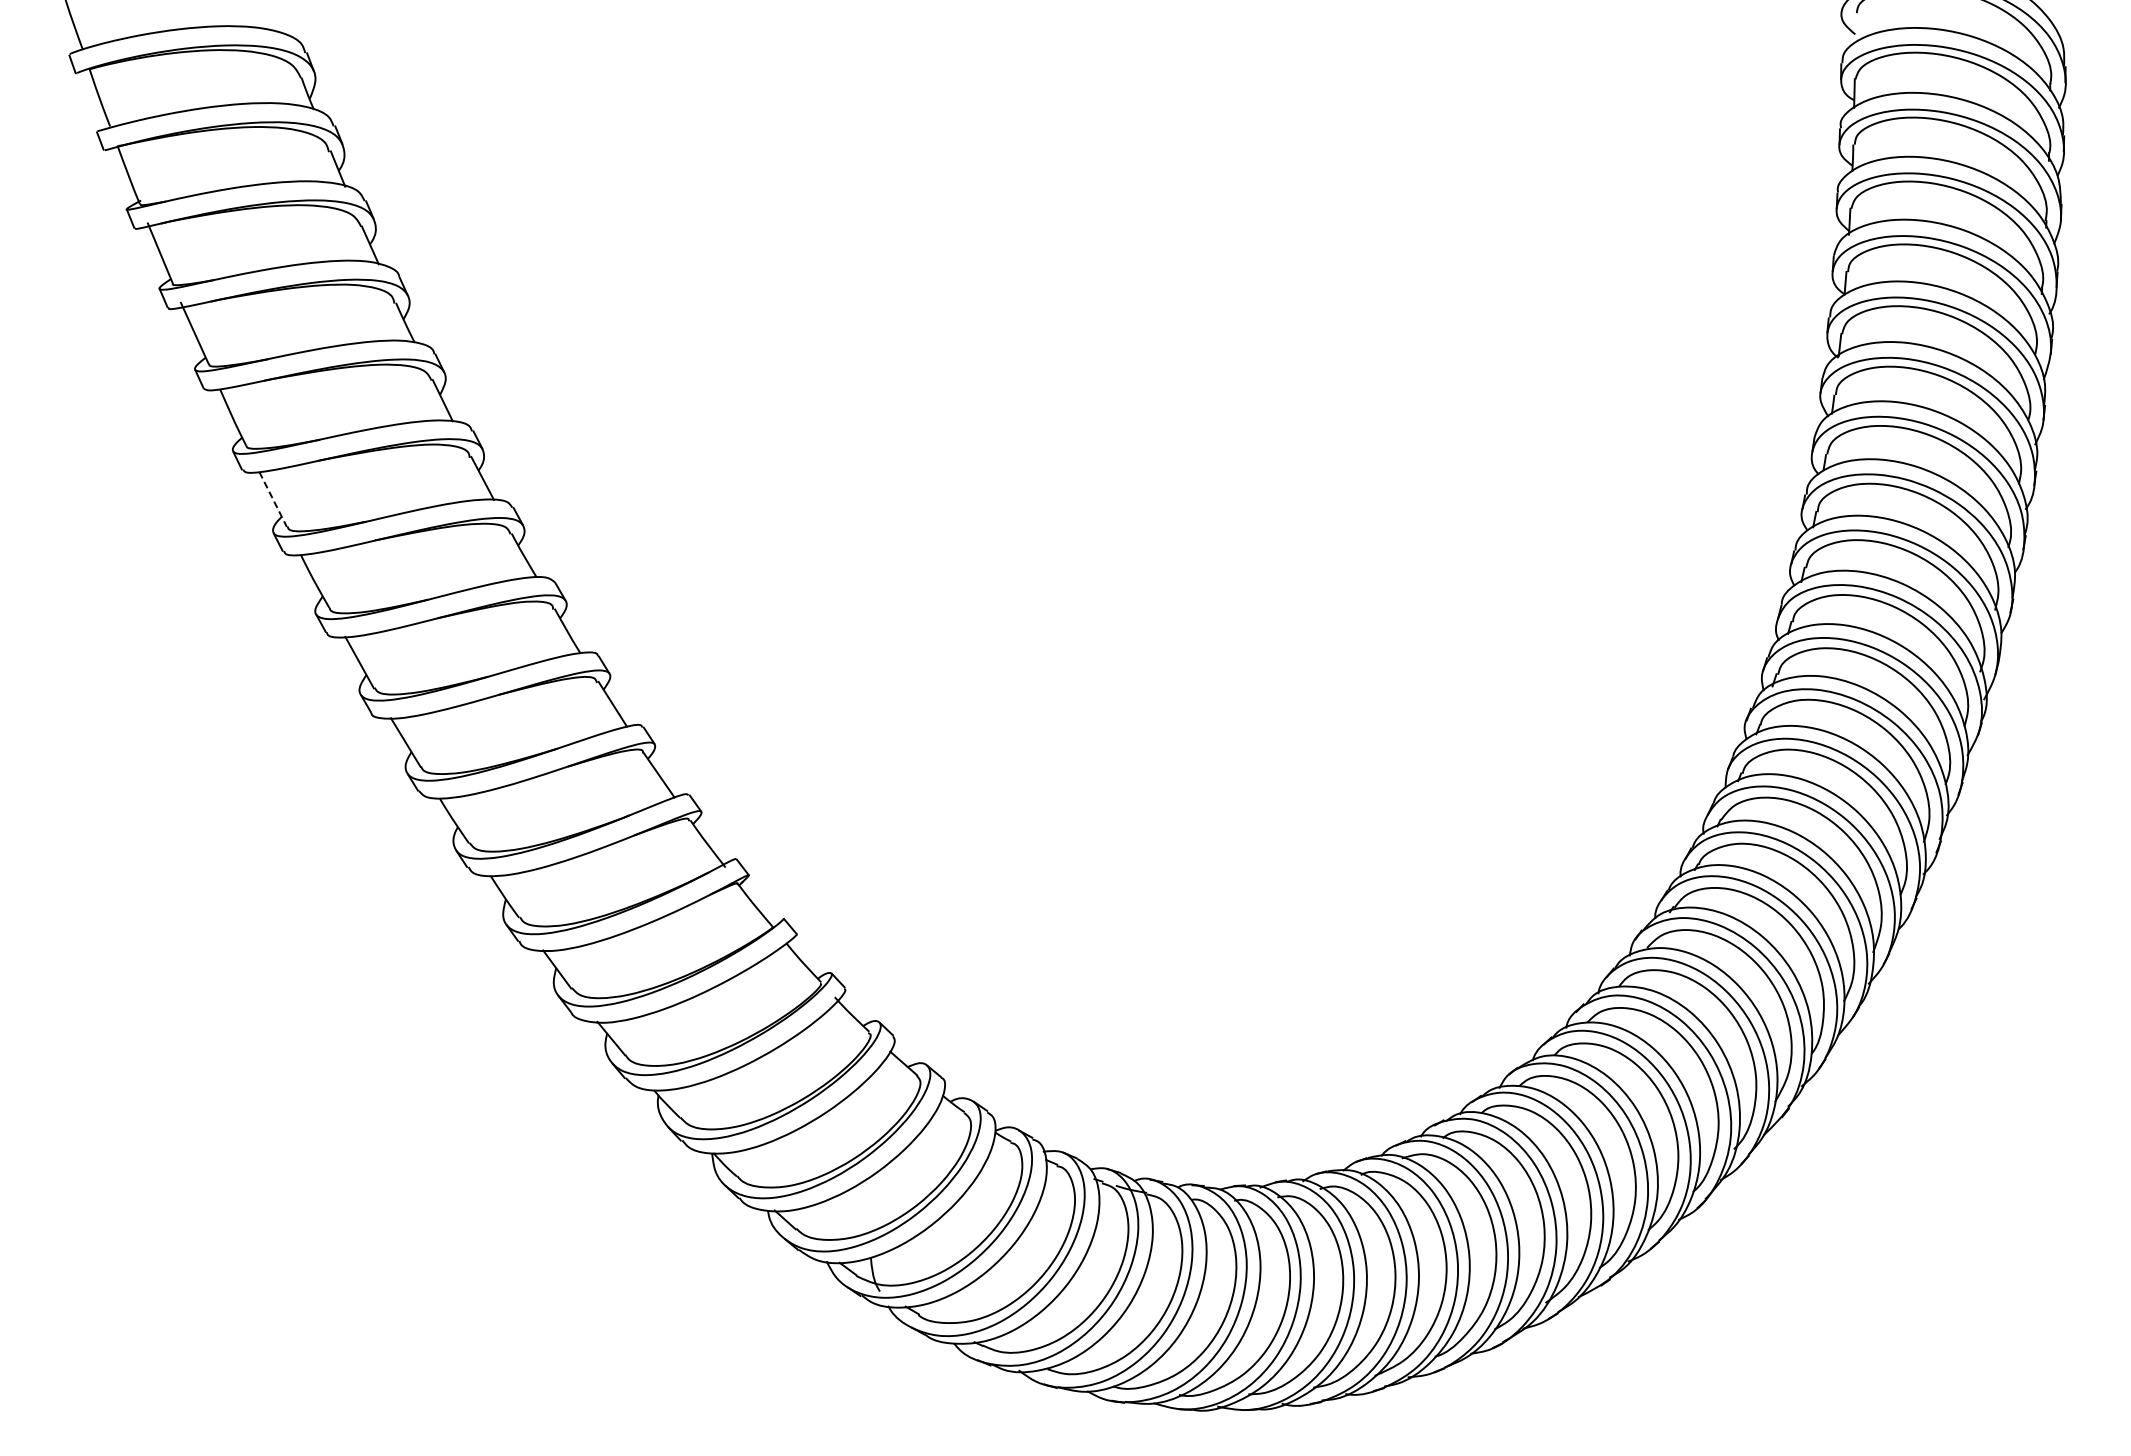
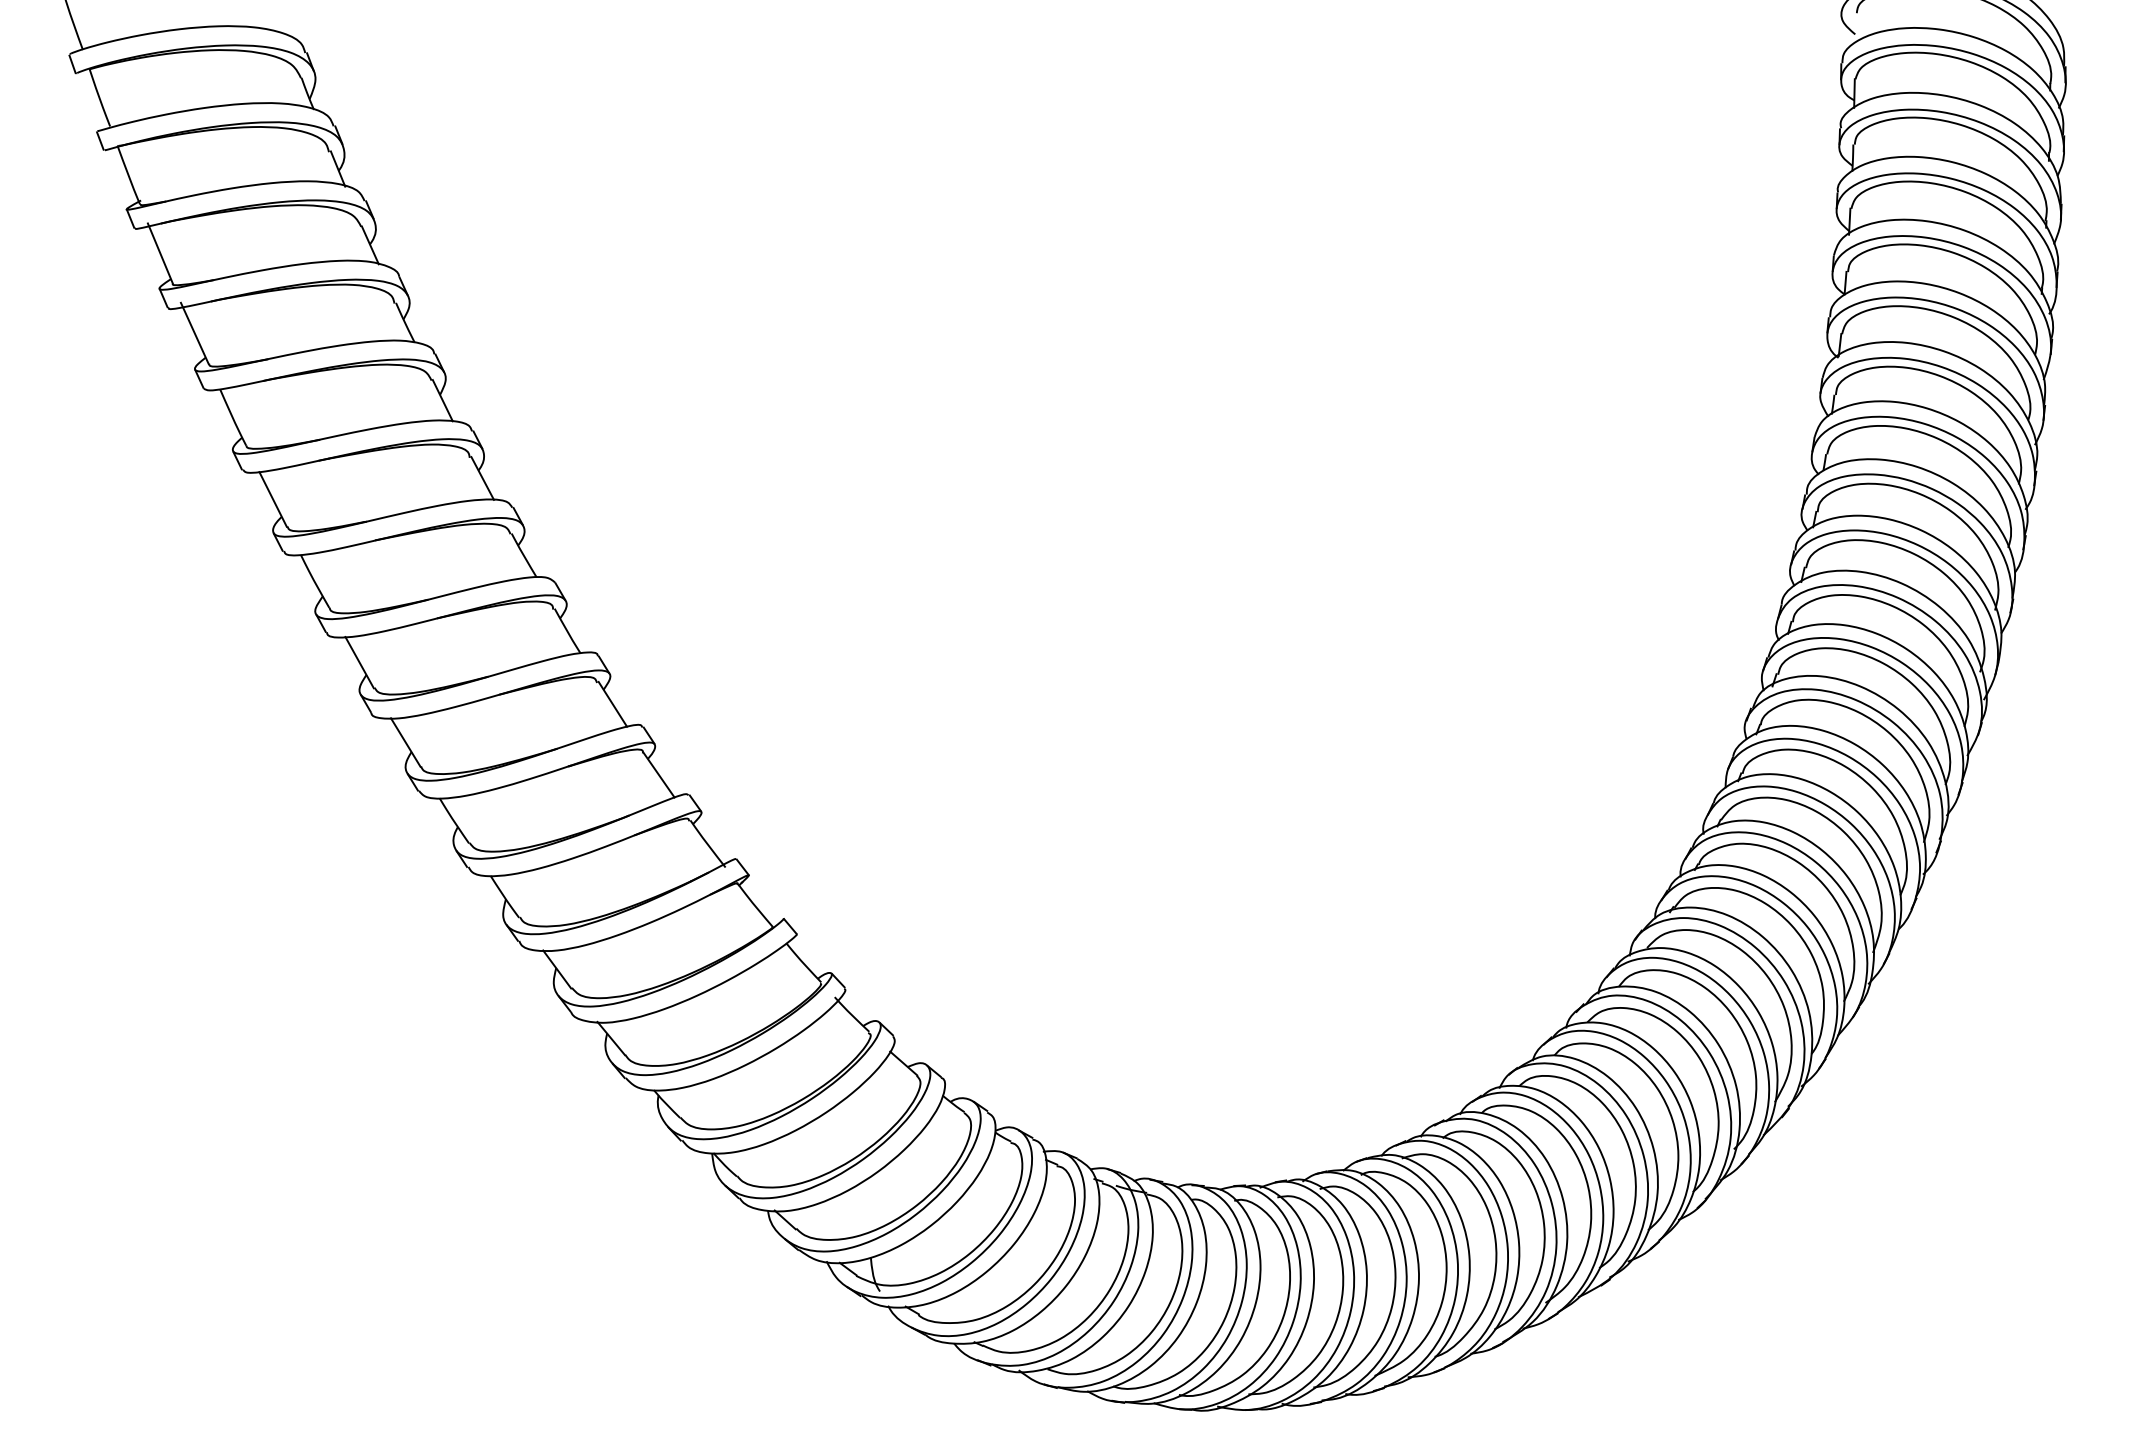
line at (273, 499): dashed -> solid
